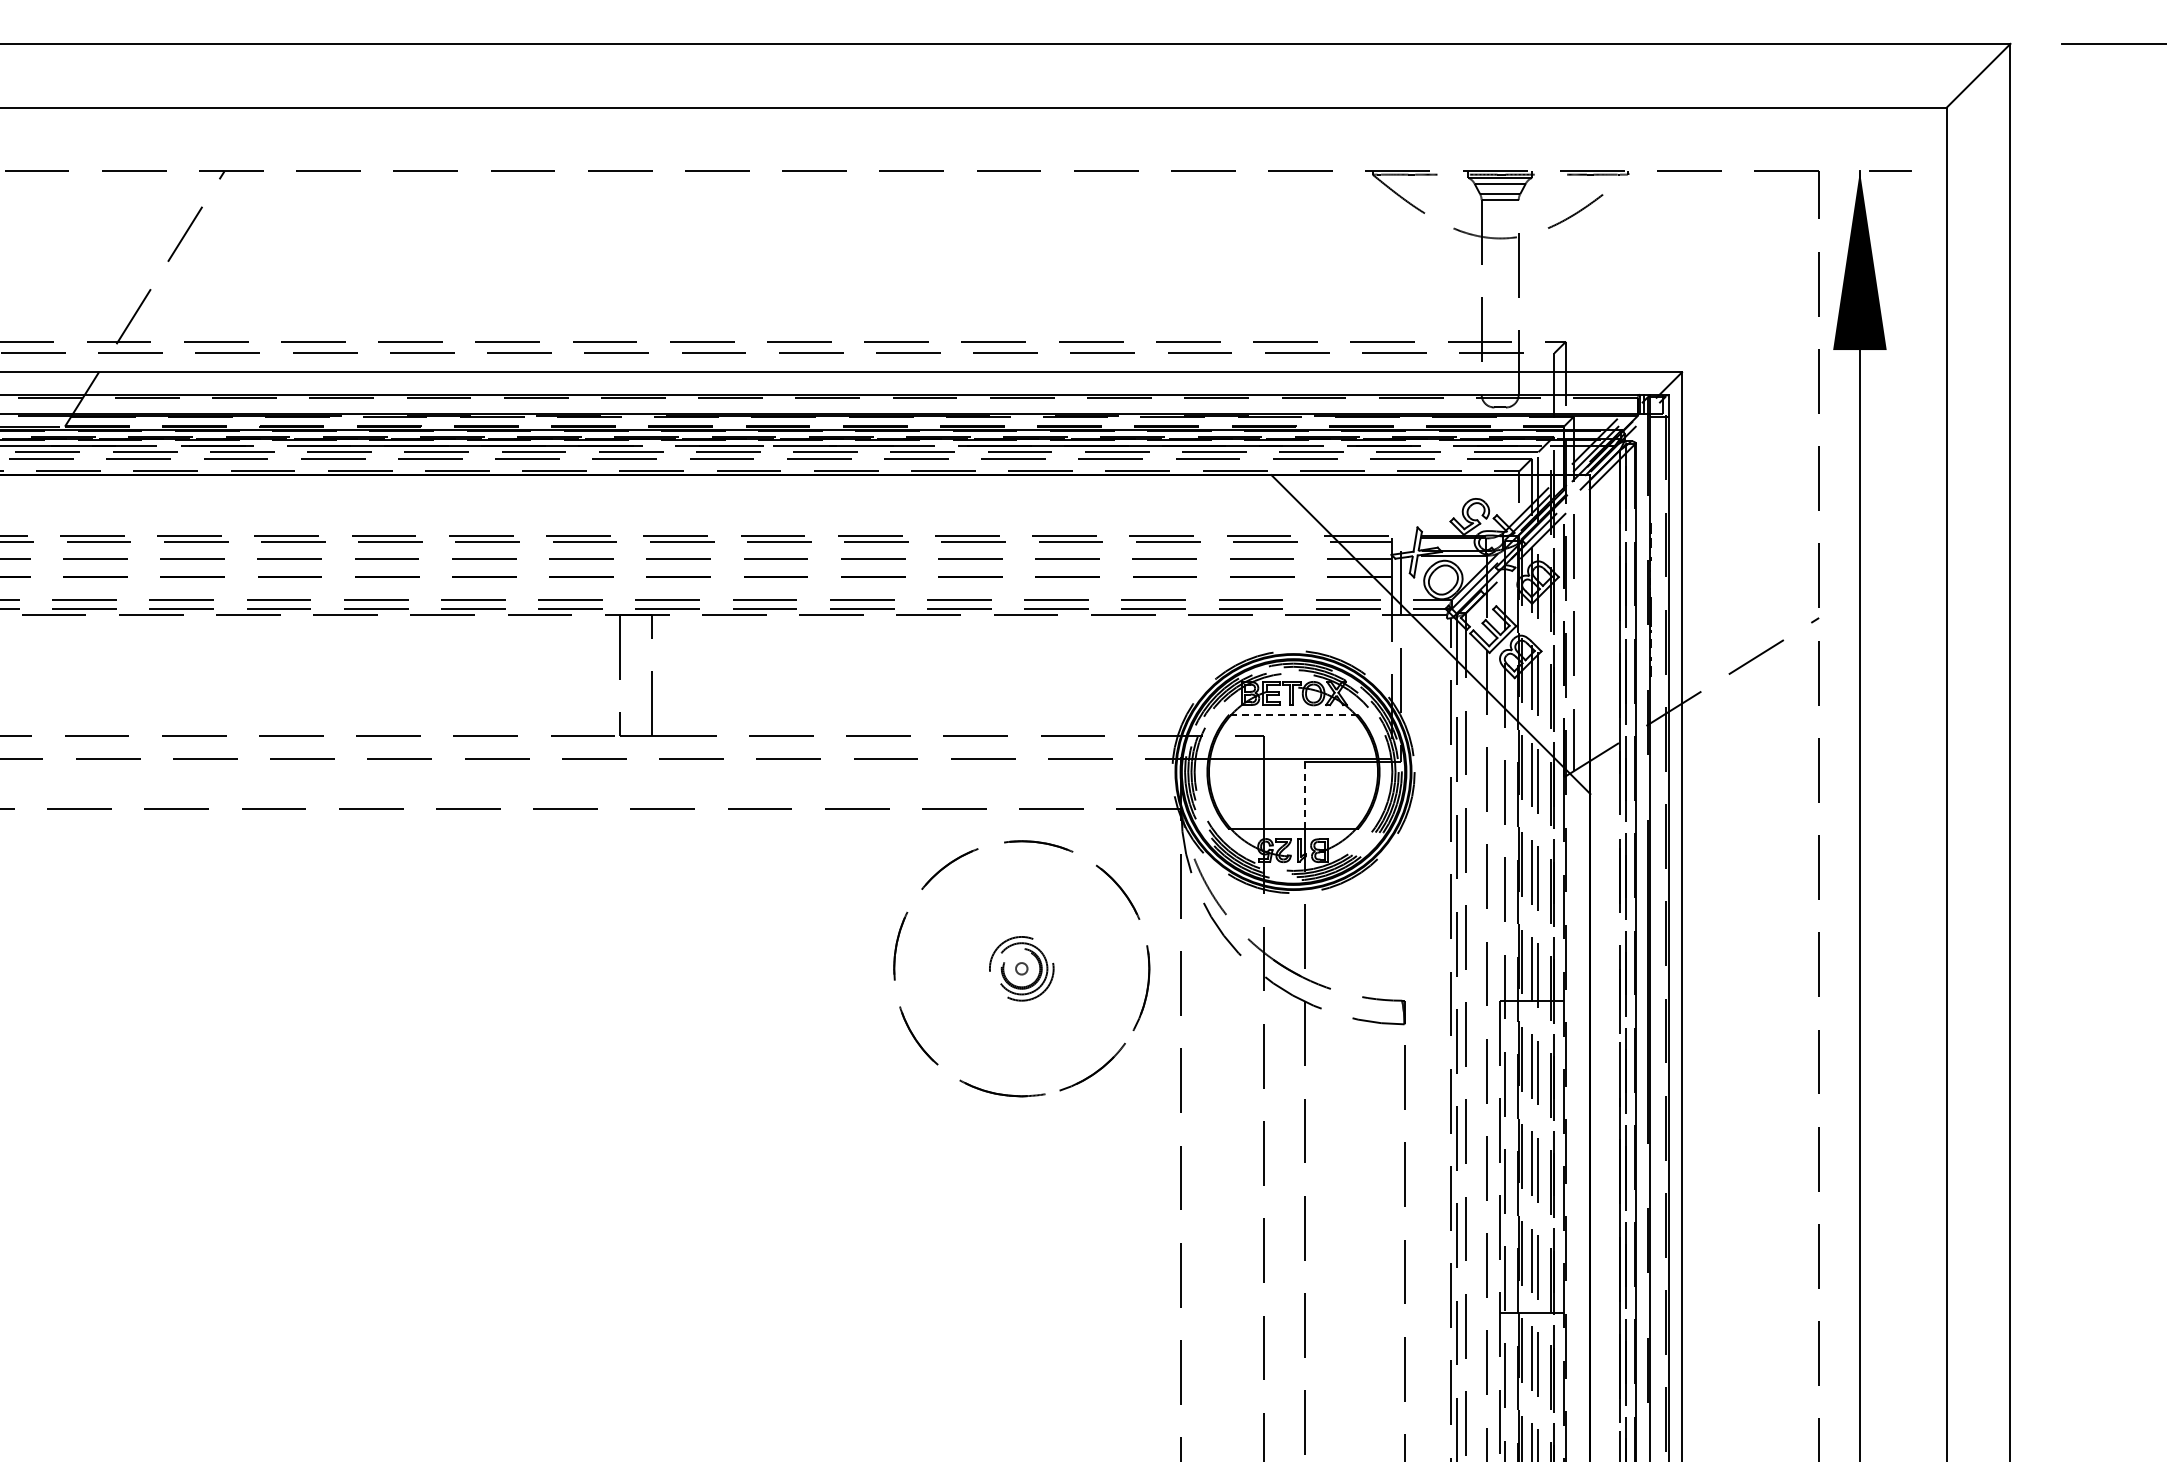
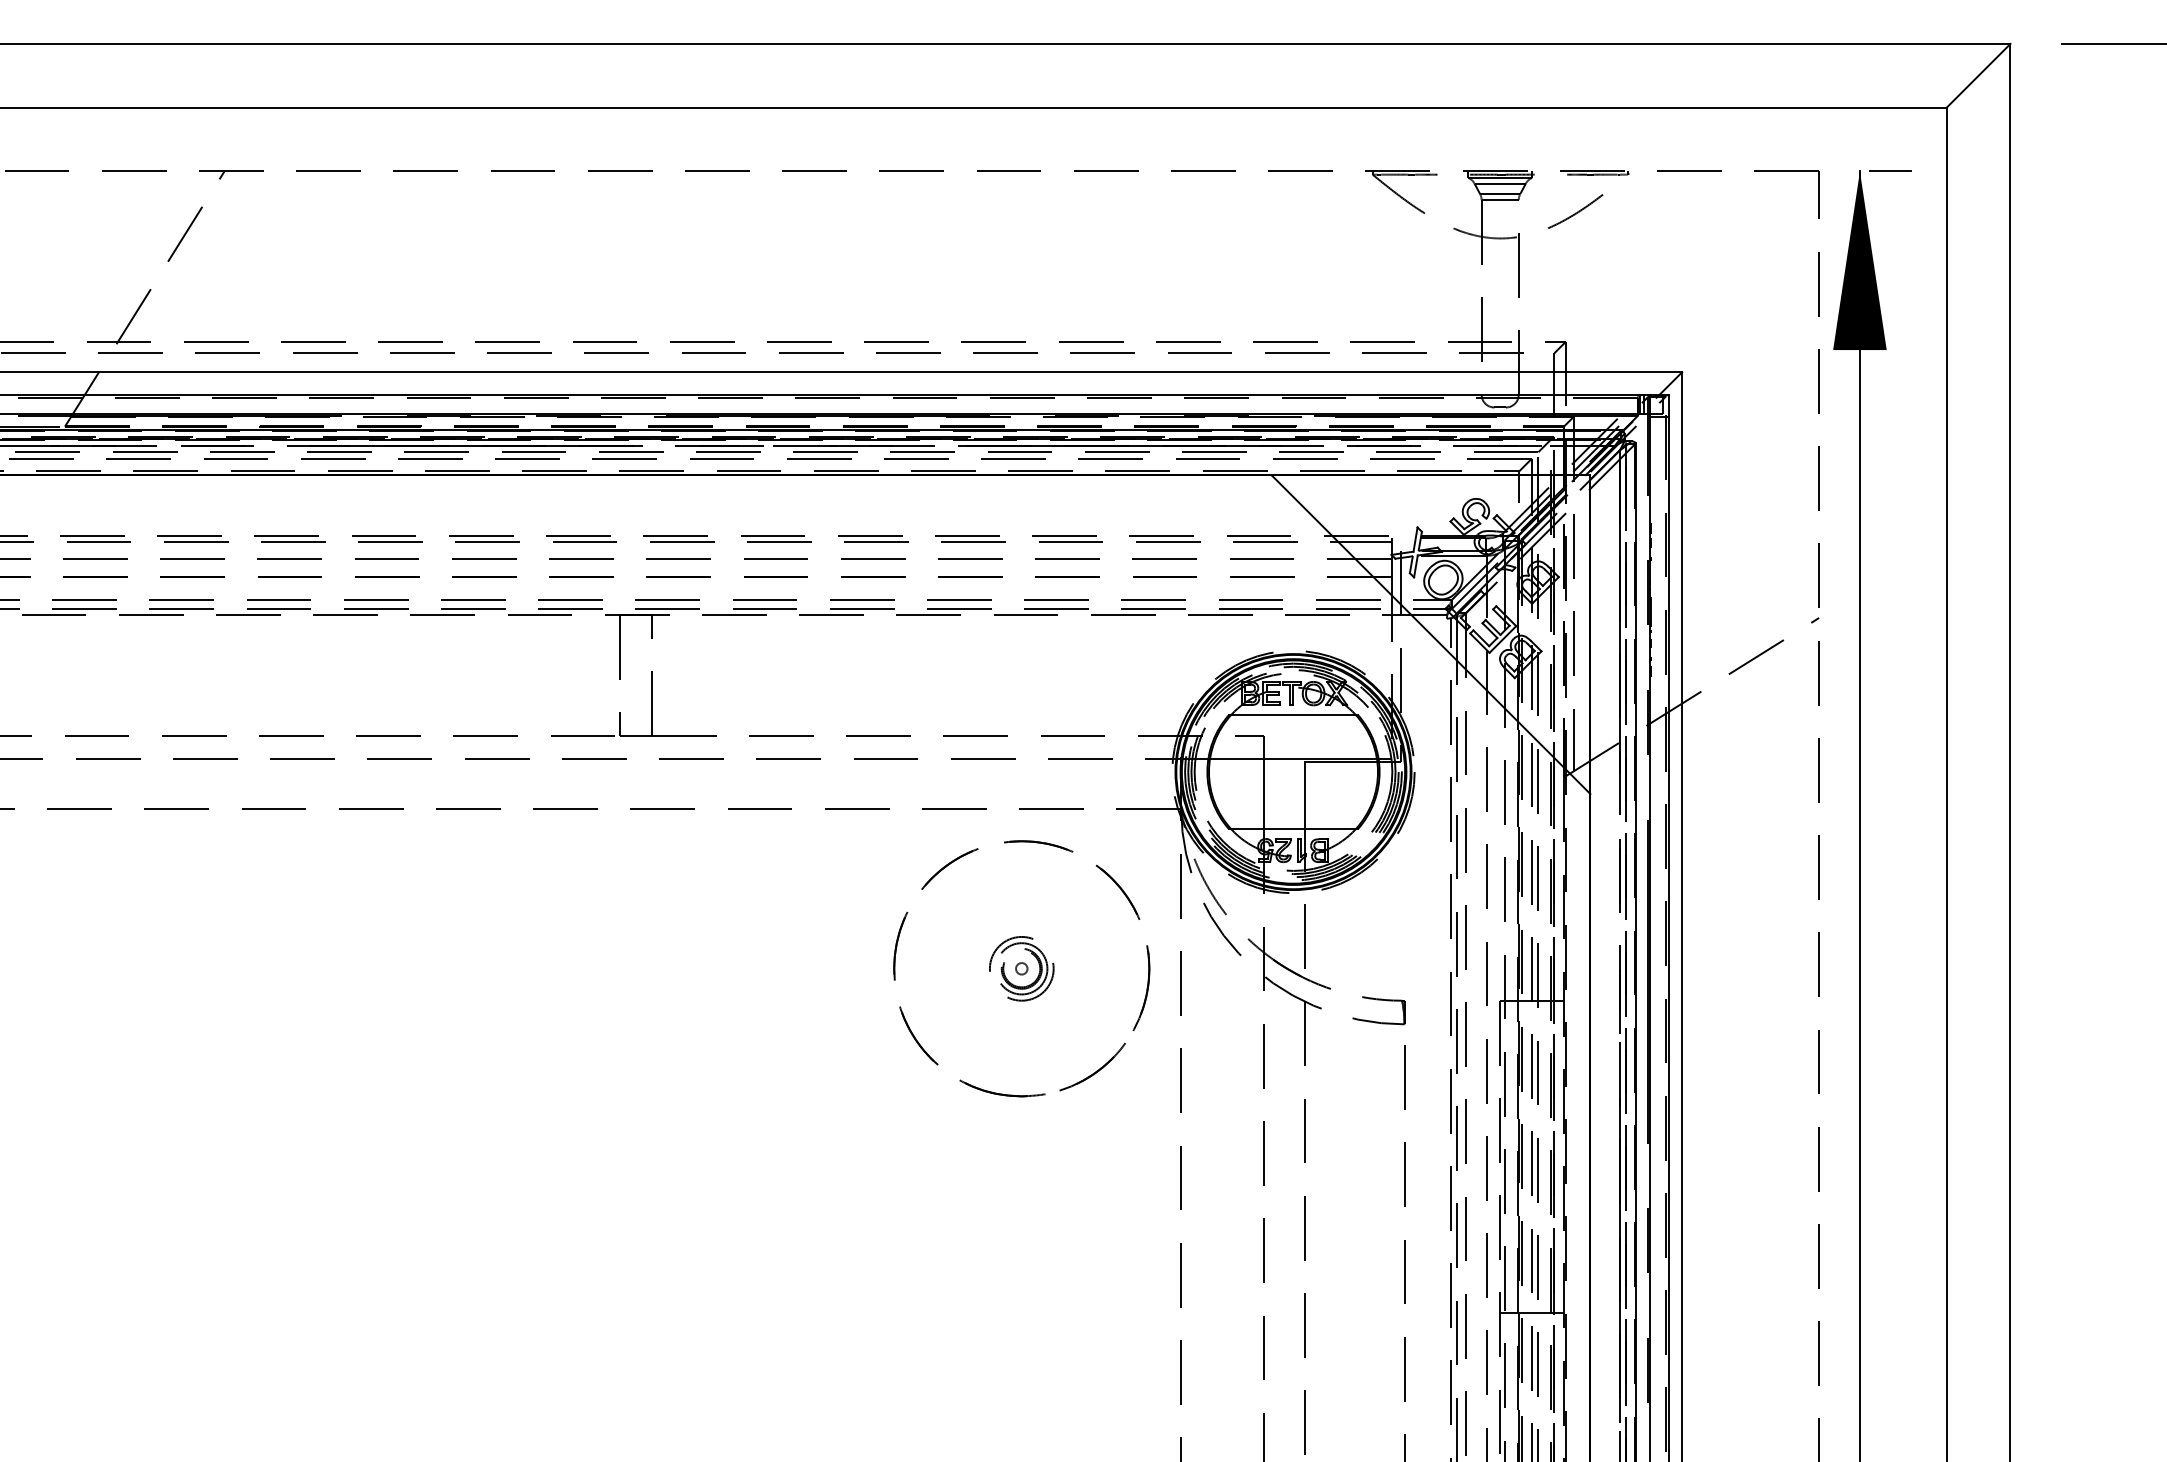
line at (1293, 714): dashed -> solid
line at (1304, 795): dashed -> solid
